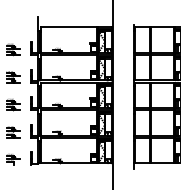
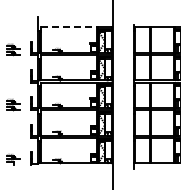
line at (69, 27): solid -> dashed
part at (13, 77): present -> none
part at (13, 132): present -> none
